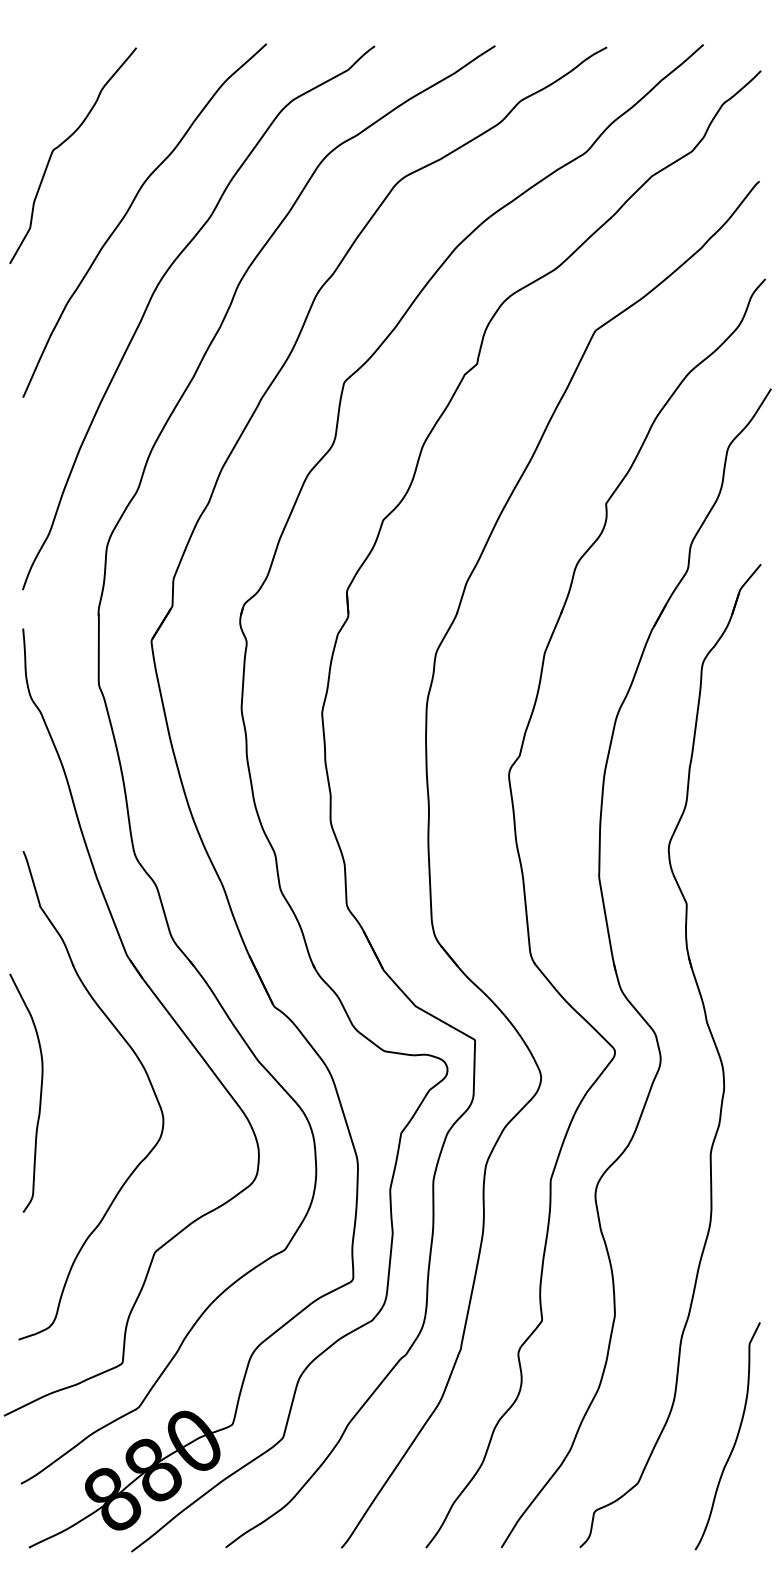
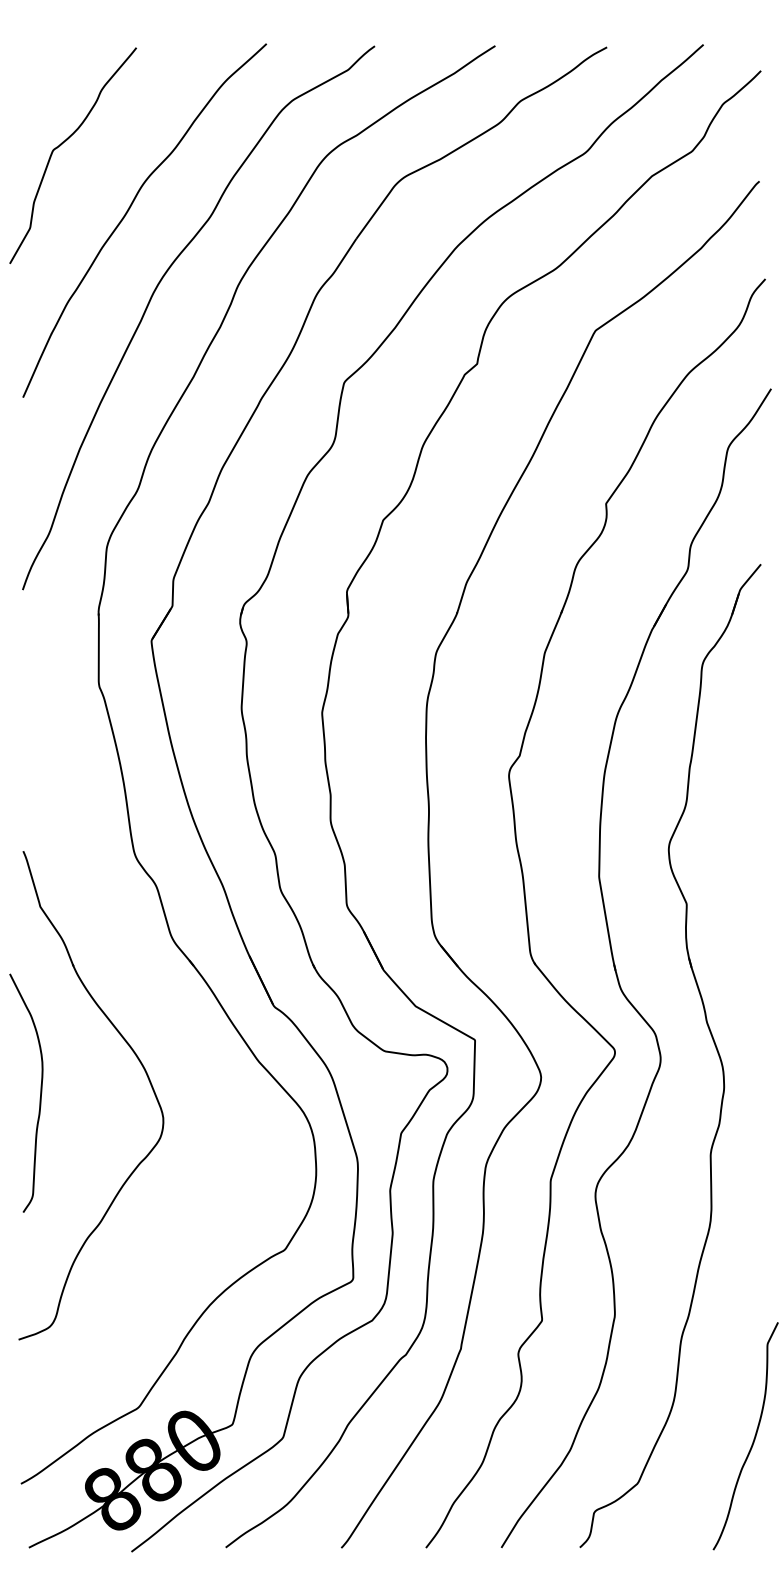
part at (158, 1001): present -> none
curve at (735, 1438) position: (735, 1438) -> (753, 1438)
